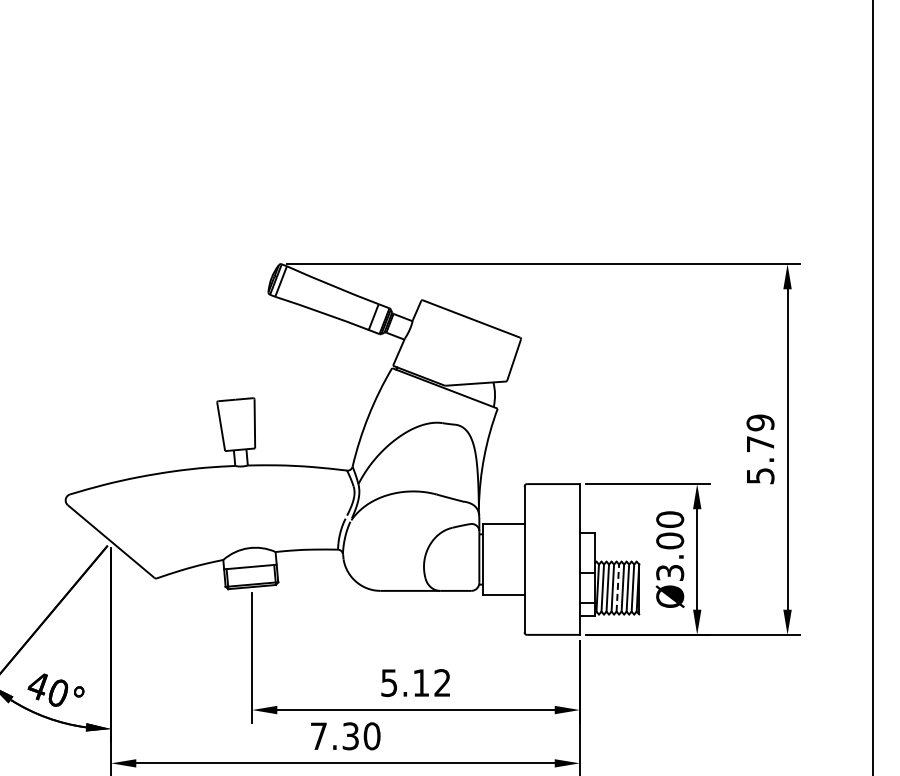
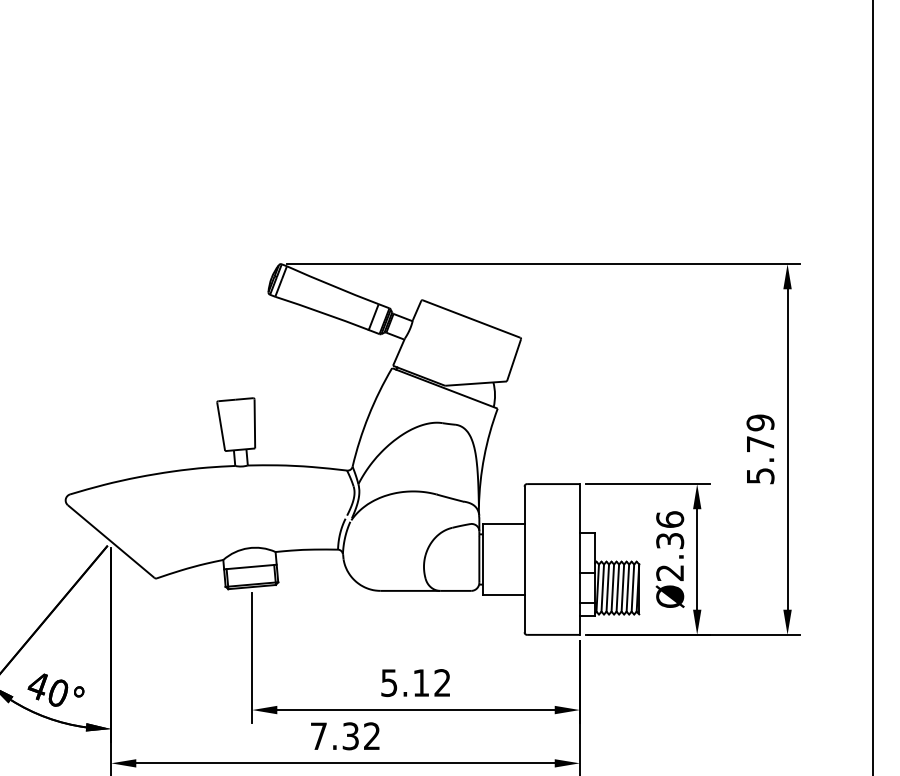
text at (670, 545): Ø3.00 -> Ø2.36
line at (617, 588): dashed -> solid
text at (371, 736): 7.30 -> 7.32
